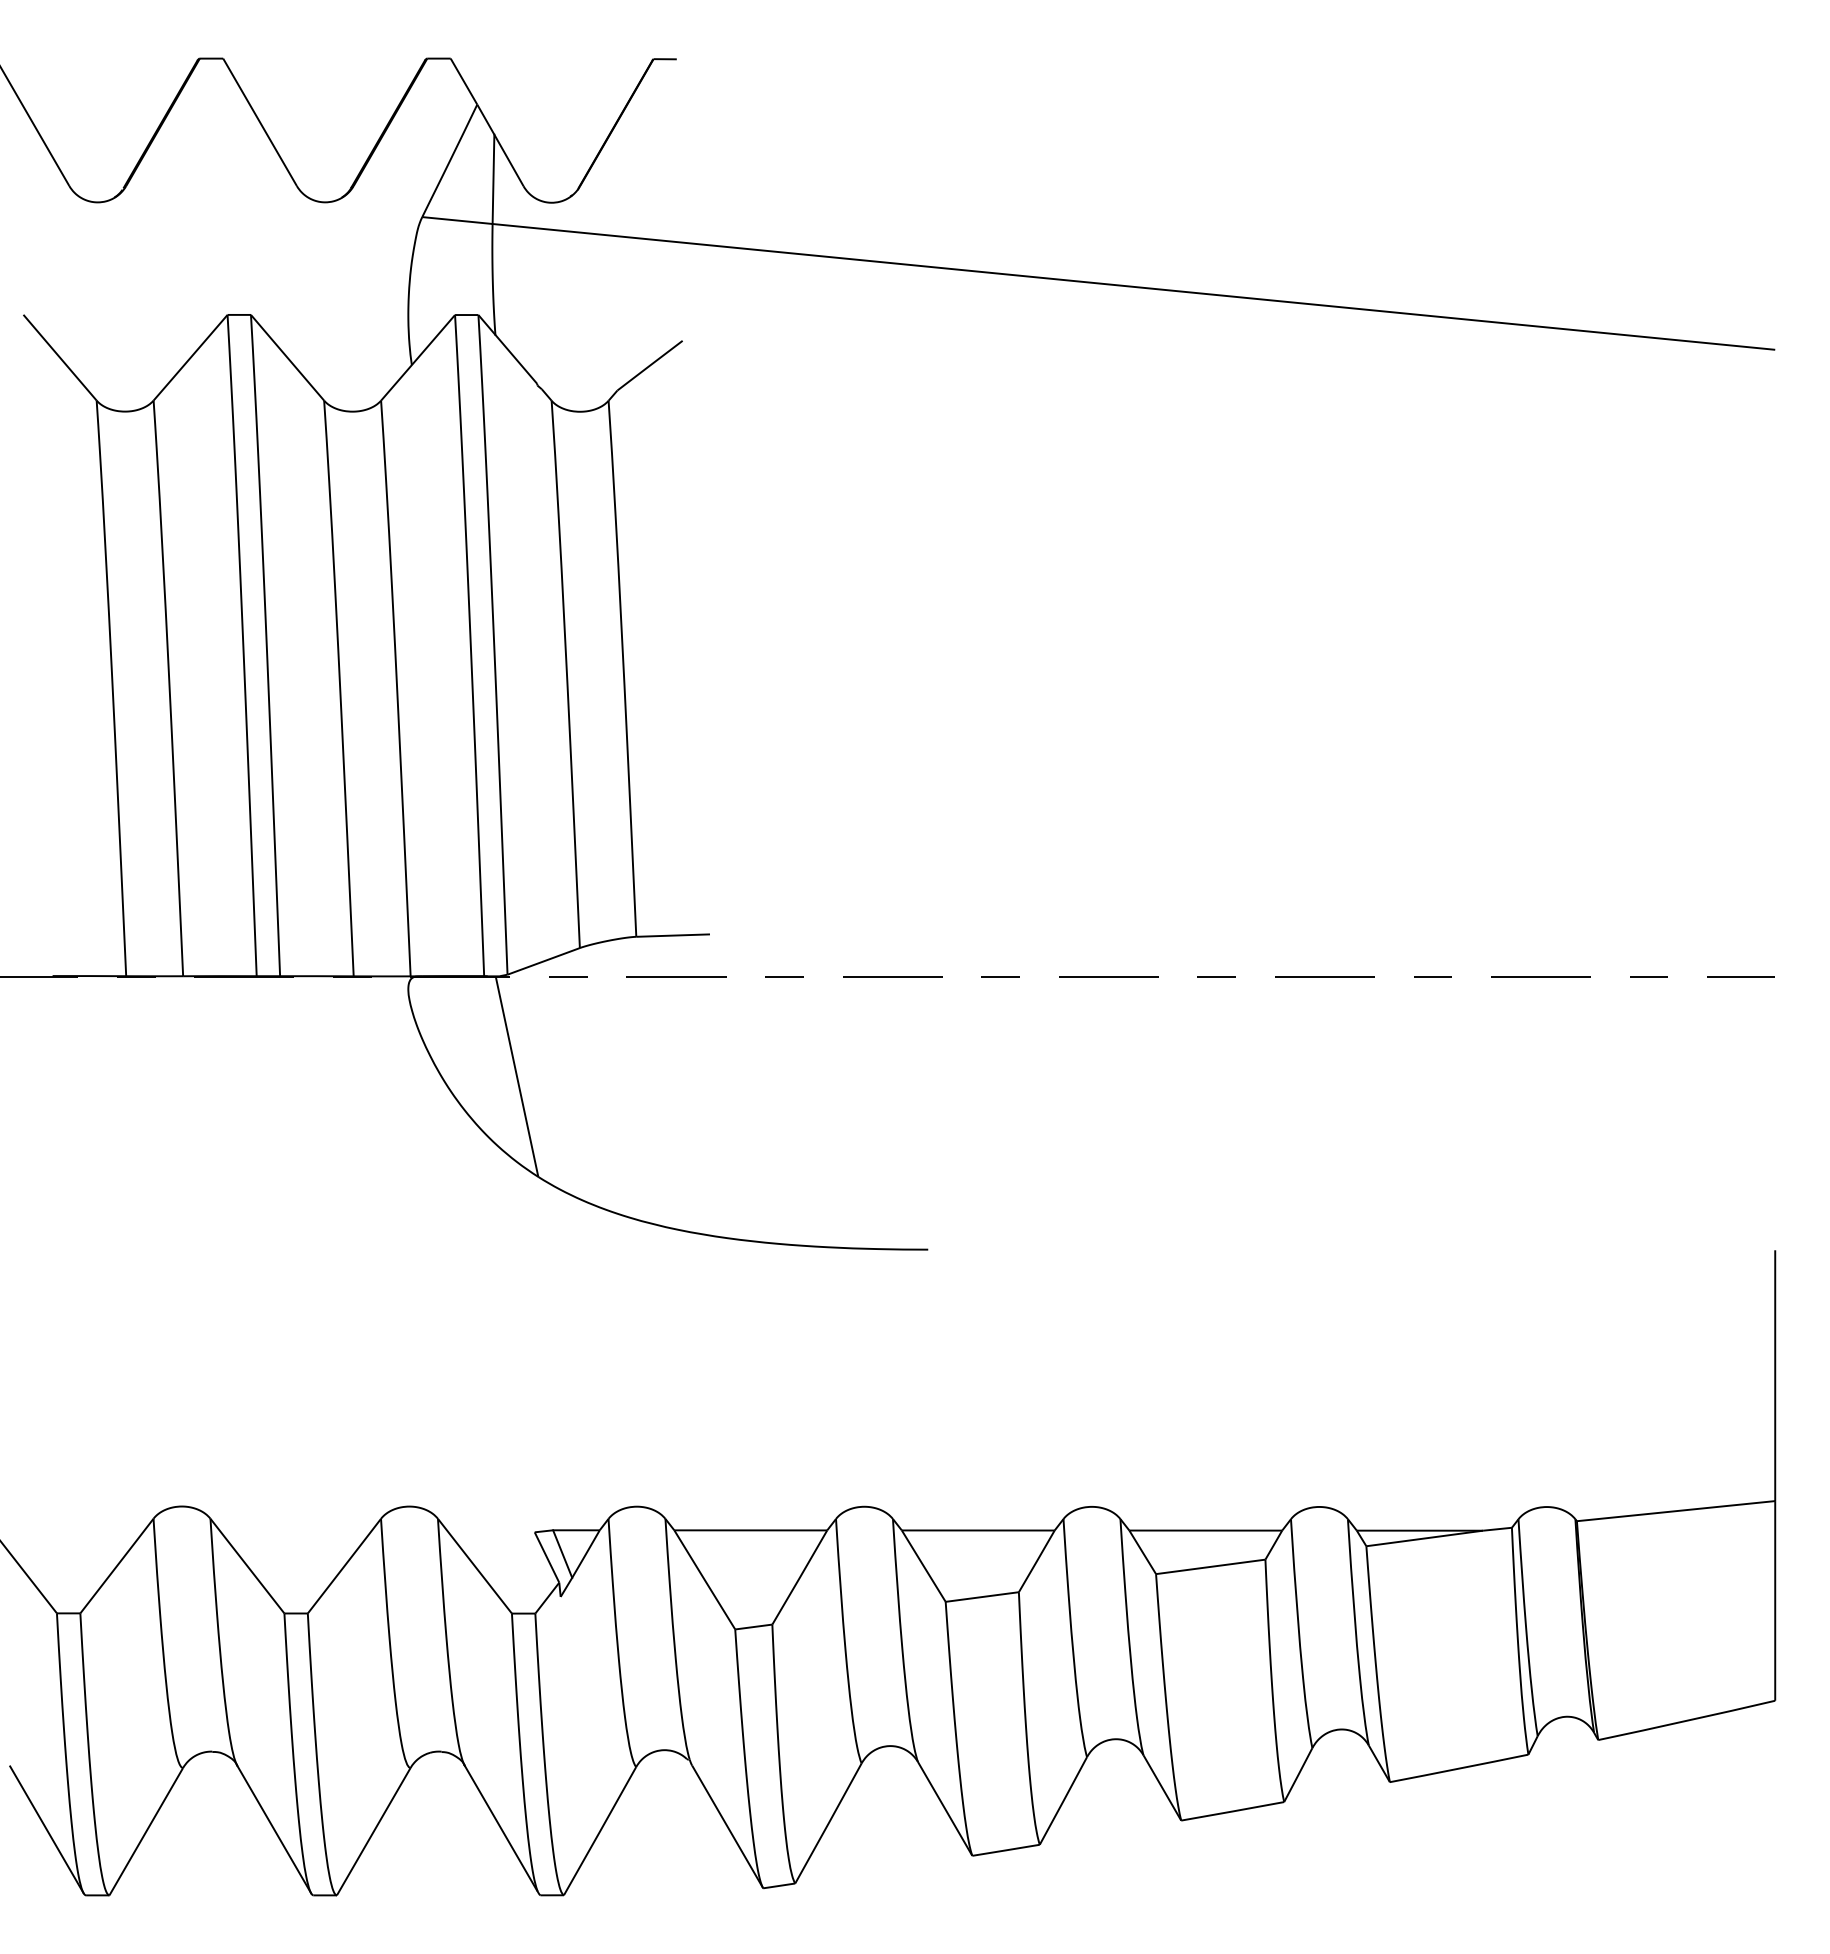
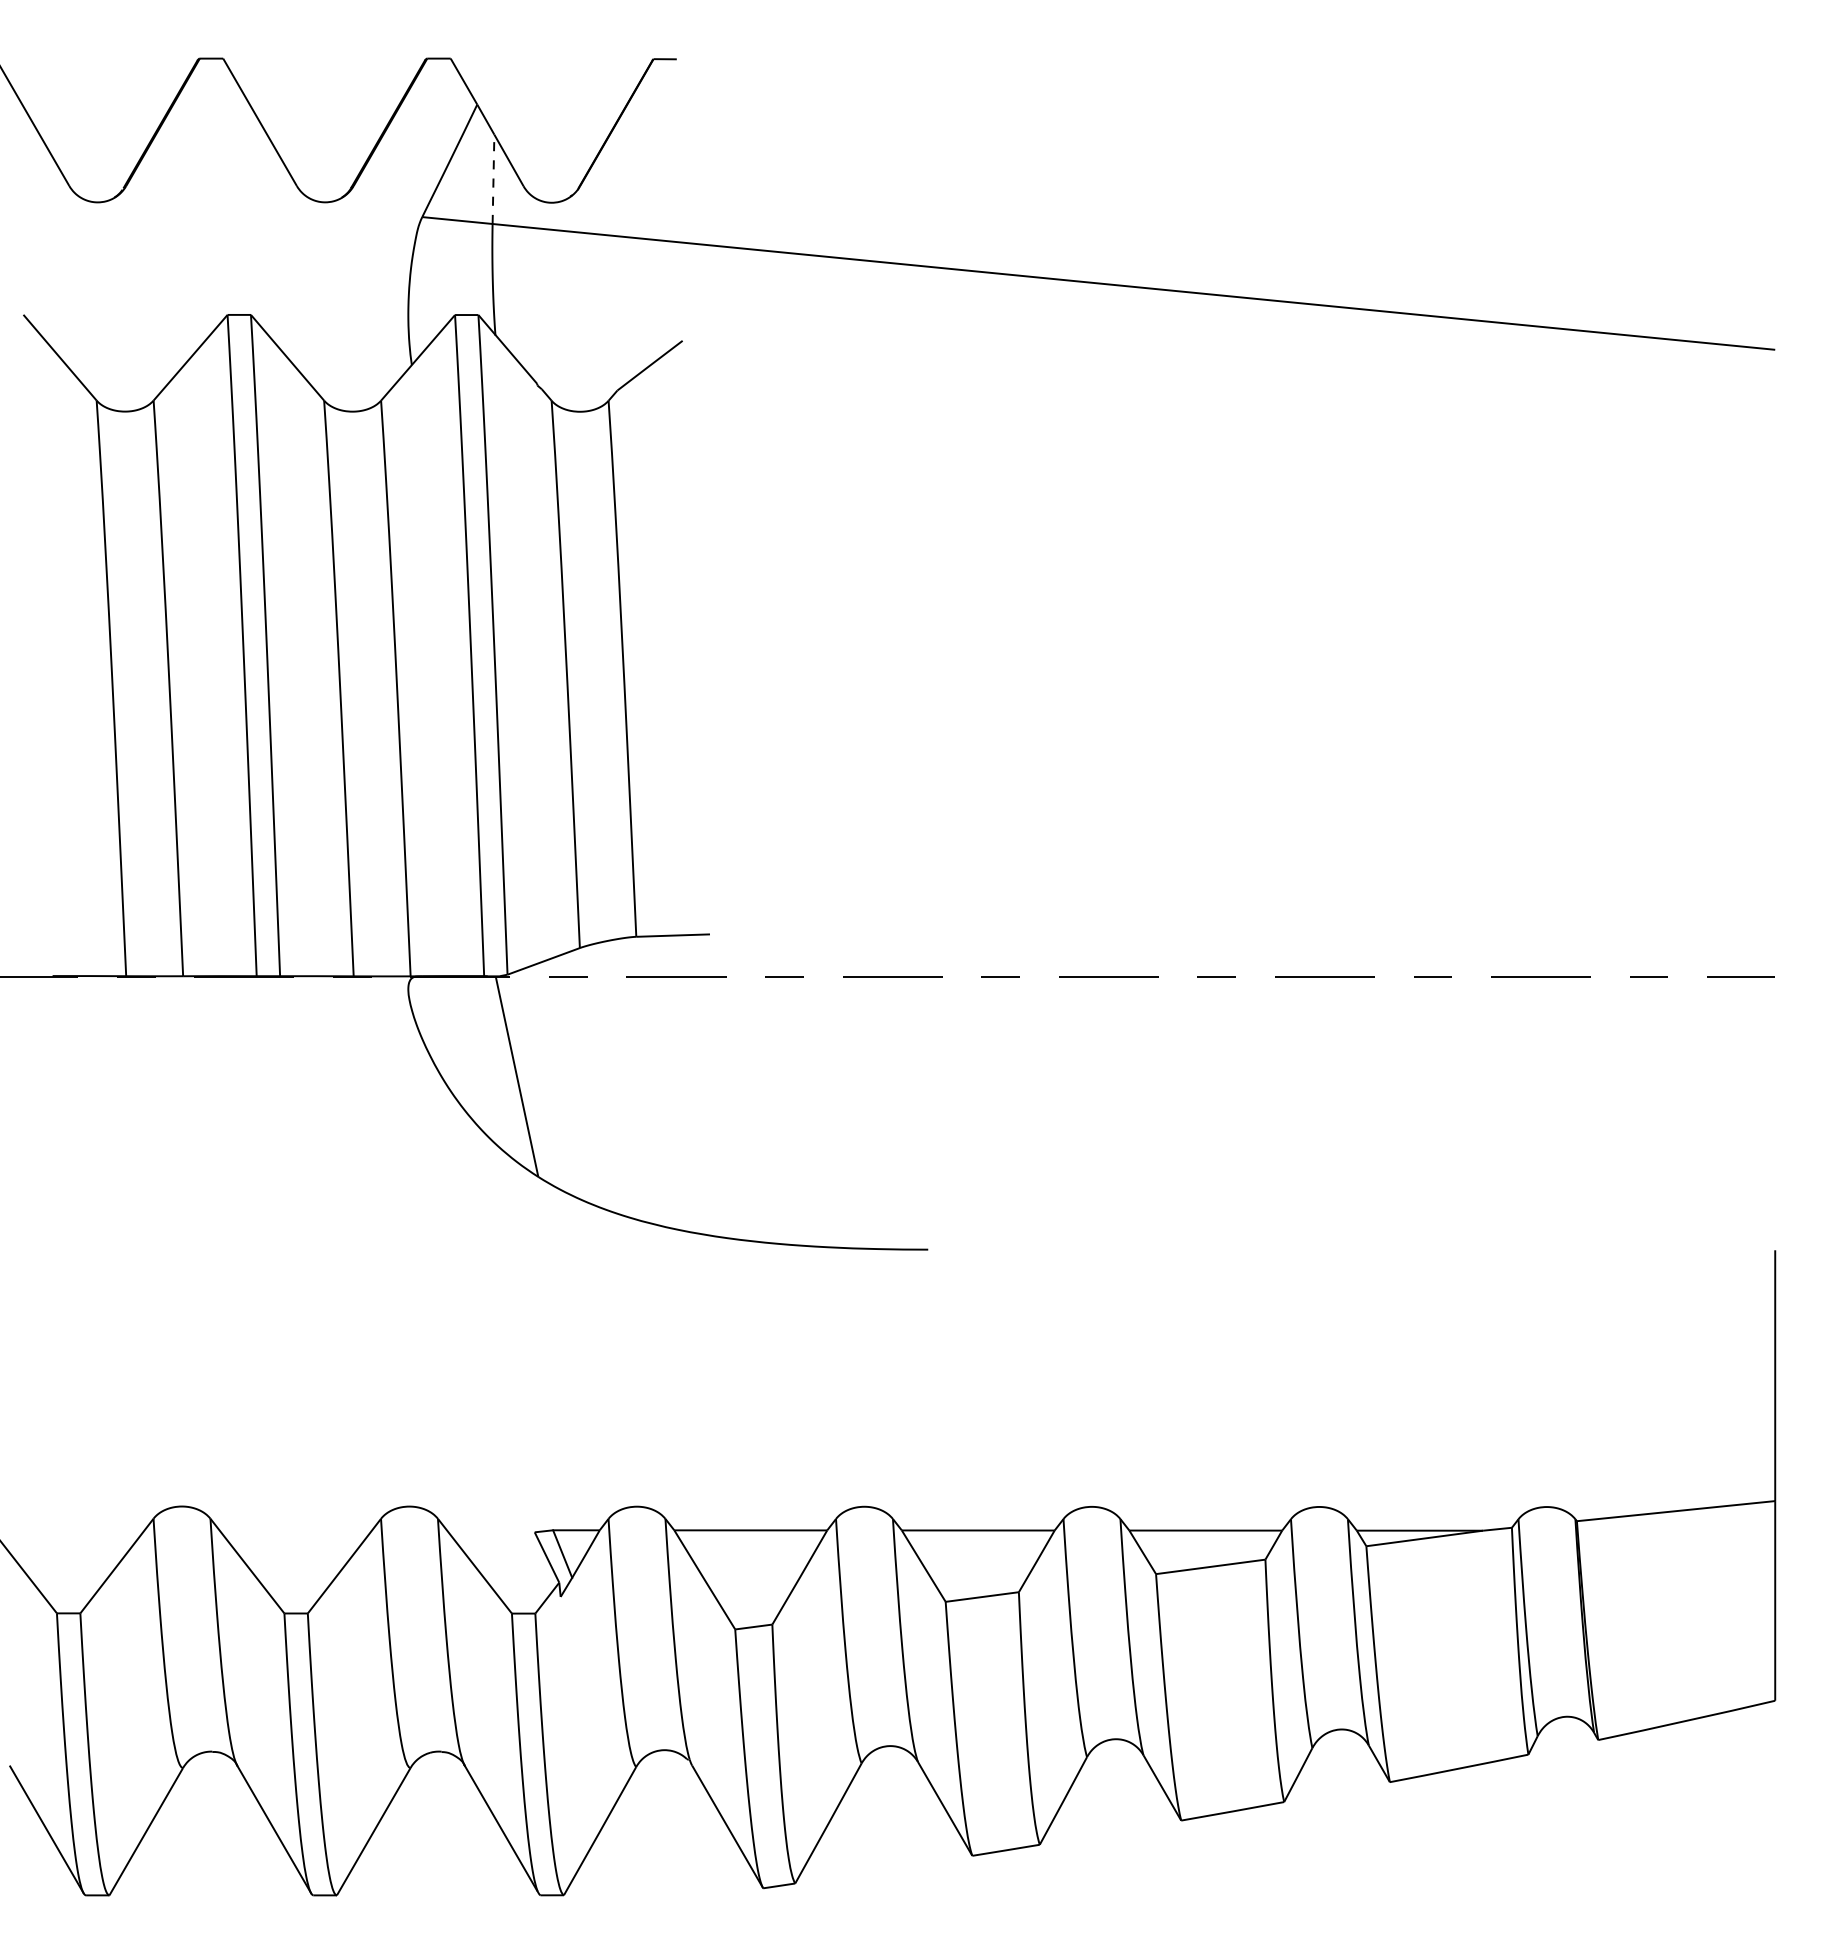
line at (493, 179): solid -> dashed
